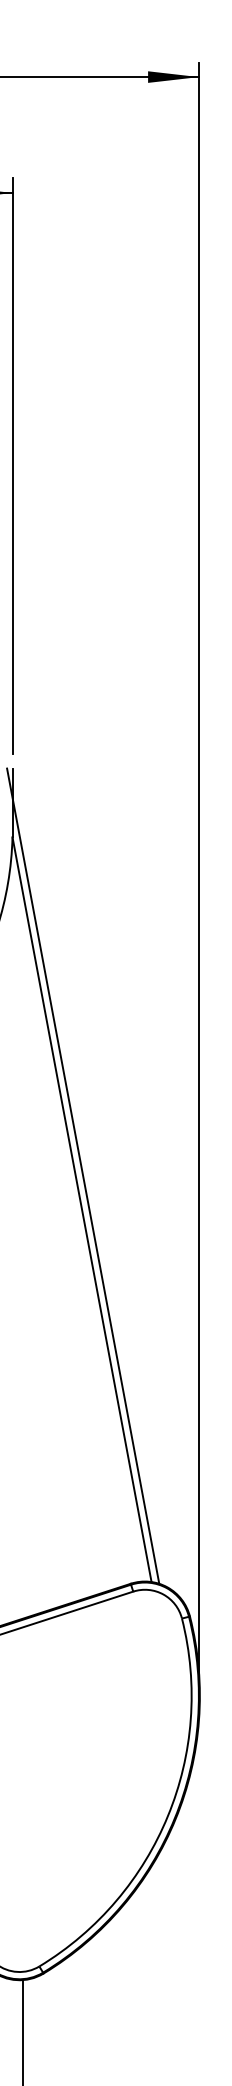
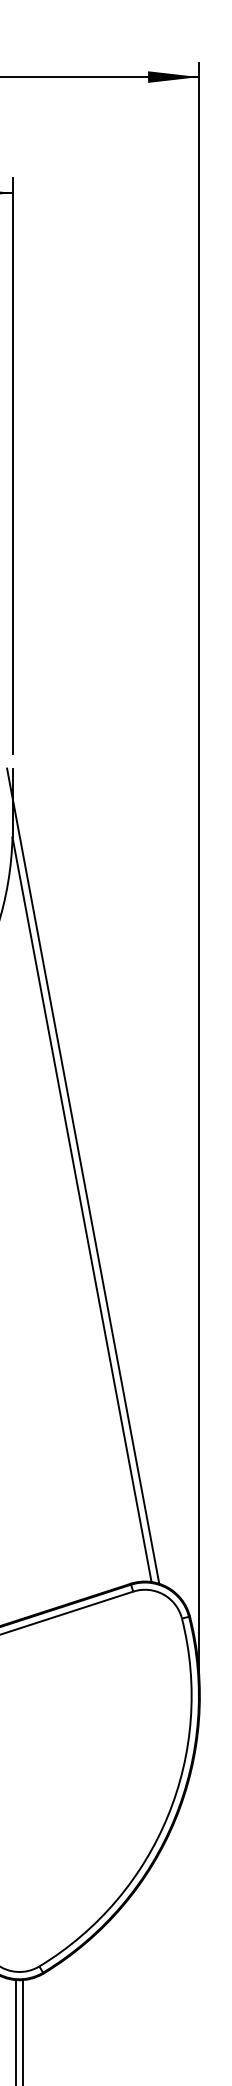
line at (15, 2031): none -> present
